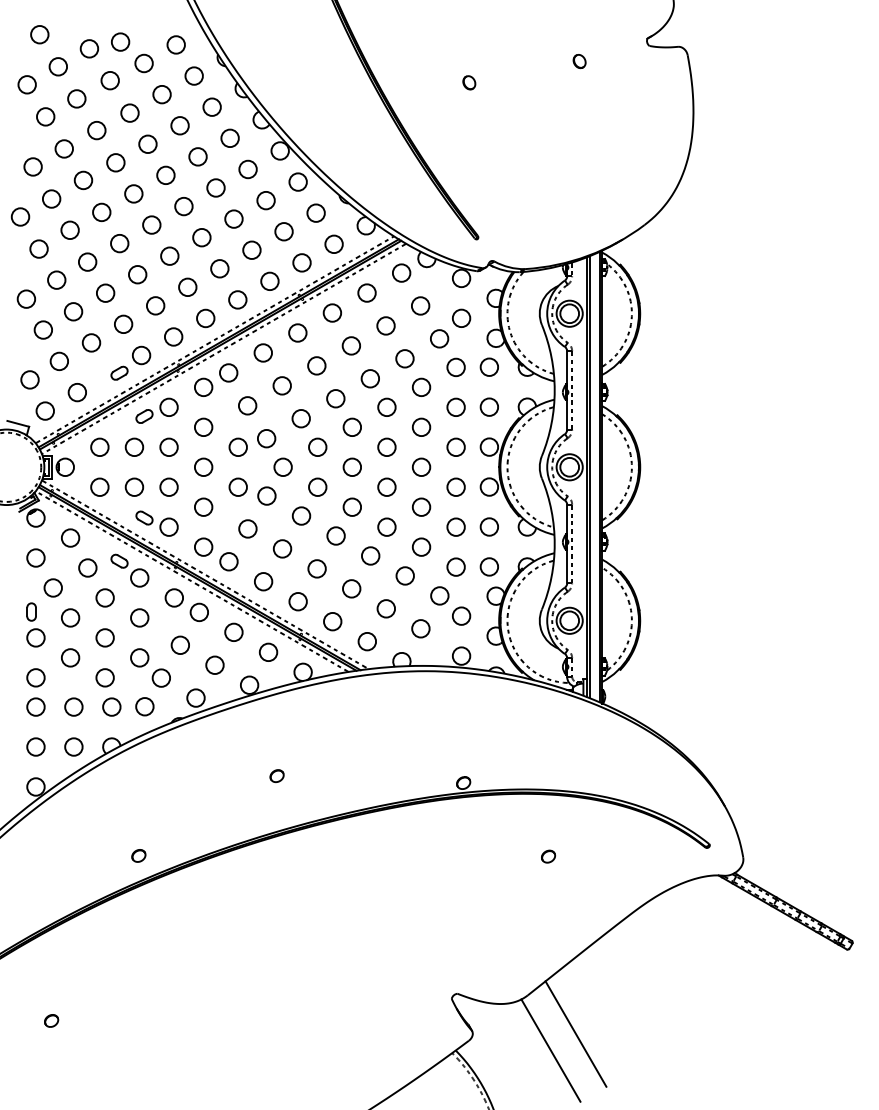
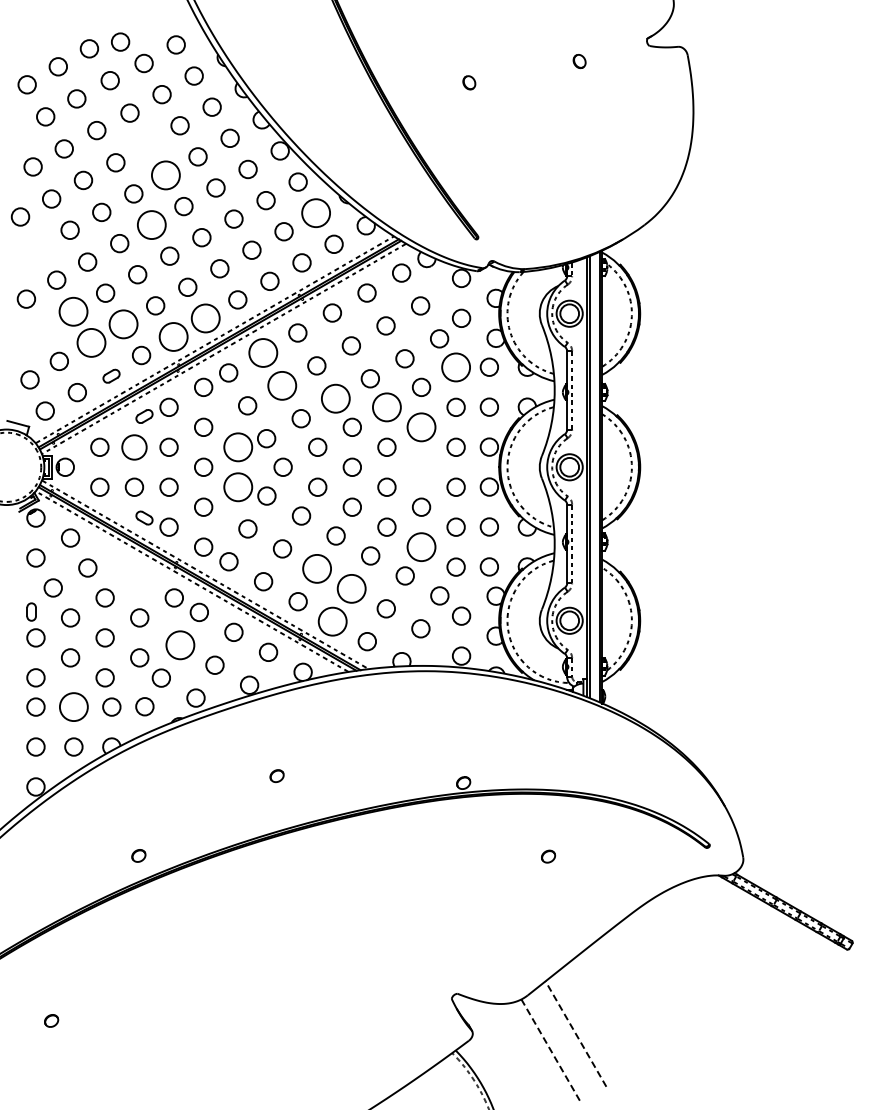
circle at (39, 34): present -> none
circle at (147, 143): present -> none
circle at (165, 175) diameter: 17 px -> 28 px
circle at (315, 212) diameter: 17 px -> 28 px
circle at (151, 224) diameter: 17 px -> 28 px
circle at (38, 248): present -> none
circle at (73, 311) diameter: 17 px -> 28 px
circle at (205, 318) diameter: 17 px -> 28 px
circle at (123, 324) diameter: 17 px -> 28 px
circle at (42, 329): present -> none
circle at (173, 336) diameter: 17 px -> 28 px
circle at (91, 342) diameter: 17 px -> 28 px
circle at (263, 352) diameter: 17 px -> 28 px
circle at (455, 367) diameter: 17 px -> 28 px
part at (119, 372) position: (119, 372) -> (111, 375)
circle at (281, 385) diameter: 17 px -> 28 px
circle at (335, 398) diameter: 17 px -> 28 px
circle at (386, 407) diameter: 17 px -> 28 px
circle at (421, 427) diameter: 17 px -> 28 px
circle at (134, 446) size: 21x20 px -> 27x27 px
circle at (237, 447) diameter: 17 px -> 28 px
circle at (421, 466): present -> none
circle at (237, 486) diameter: 17 px -> 28 px
circle at (421, 546) diameter: 17 px -> 28 px
circle at (316, 568) diameter: 17 px -> 28 px
part at (129, 570): present -> none
circle at (351, 588) diameter: 17 px -> 28 px
circle at (332, 621) diameter: 17 px -> 28 px
circle at (180, 645) diameter: 17 px -> 28 px
circle at (73, 706) diameter: 17 px -> 28 px
line at (575, 1034): solid -> dashed
line at (551, 1050): solid -> dashed
